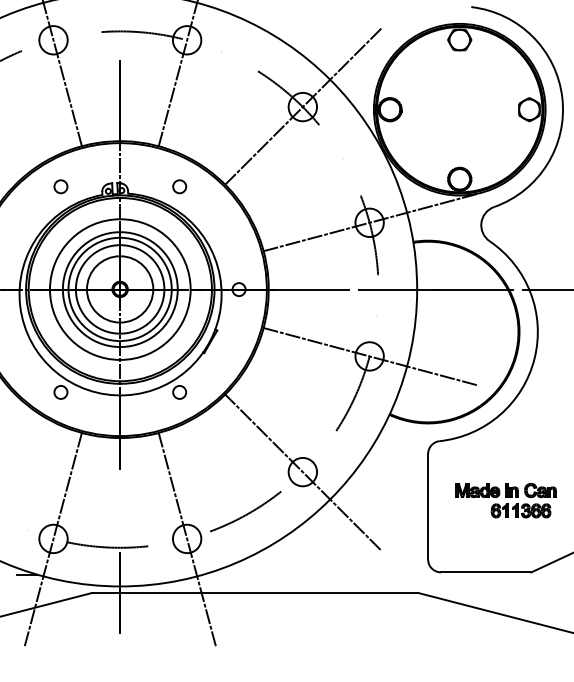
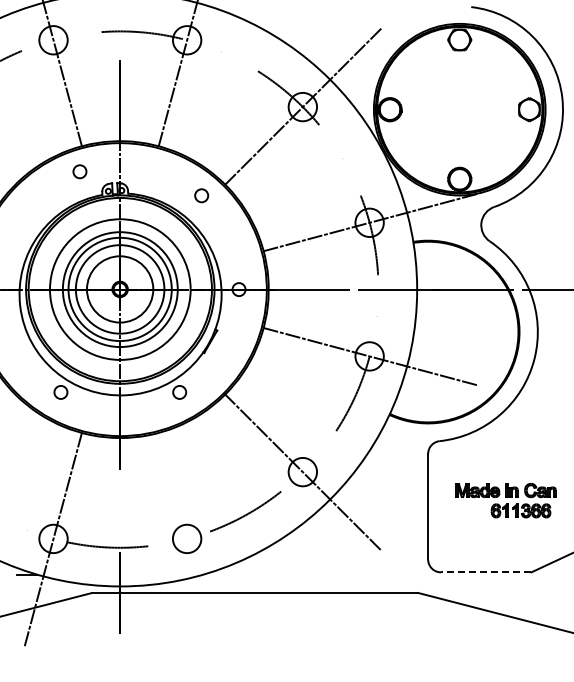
circle at (60, 186) position: (60, 186) -> (79, 171)
circle at (179, 186) position: (179, 186) -> (201, 195)
line at (186, 538): present -> none
line at (485, 572): solid -> dashed
